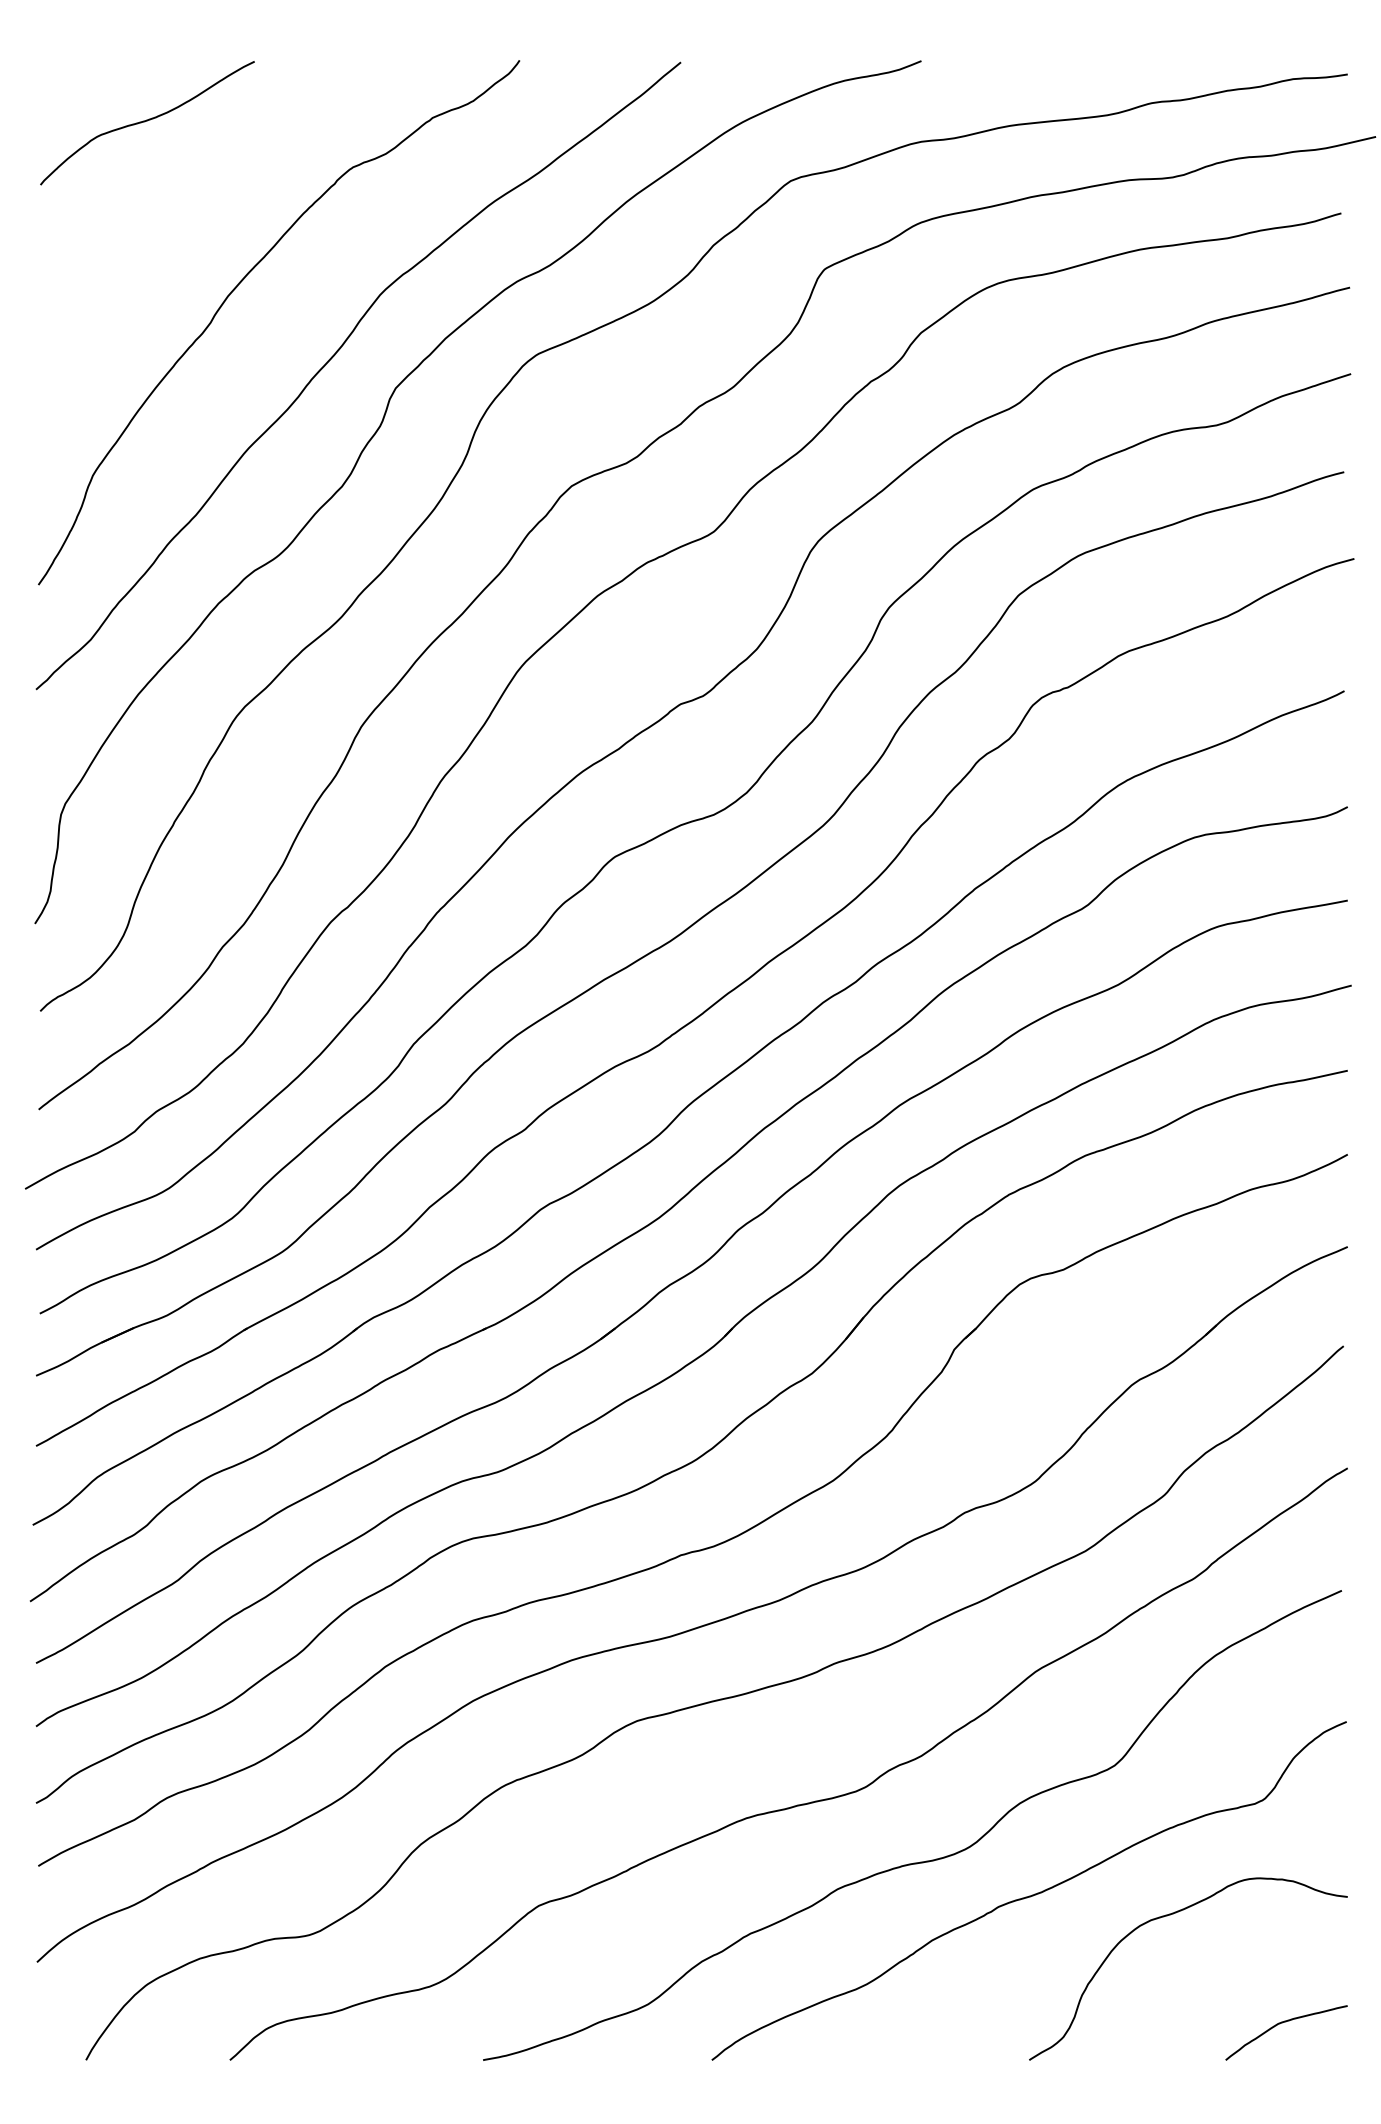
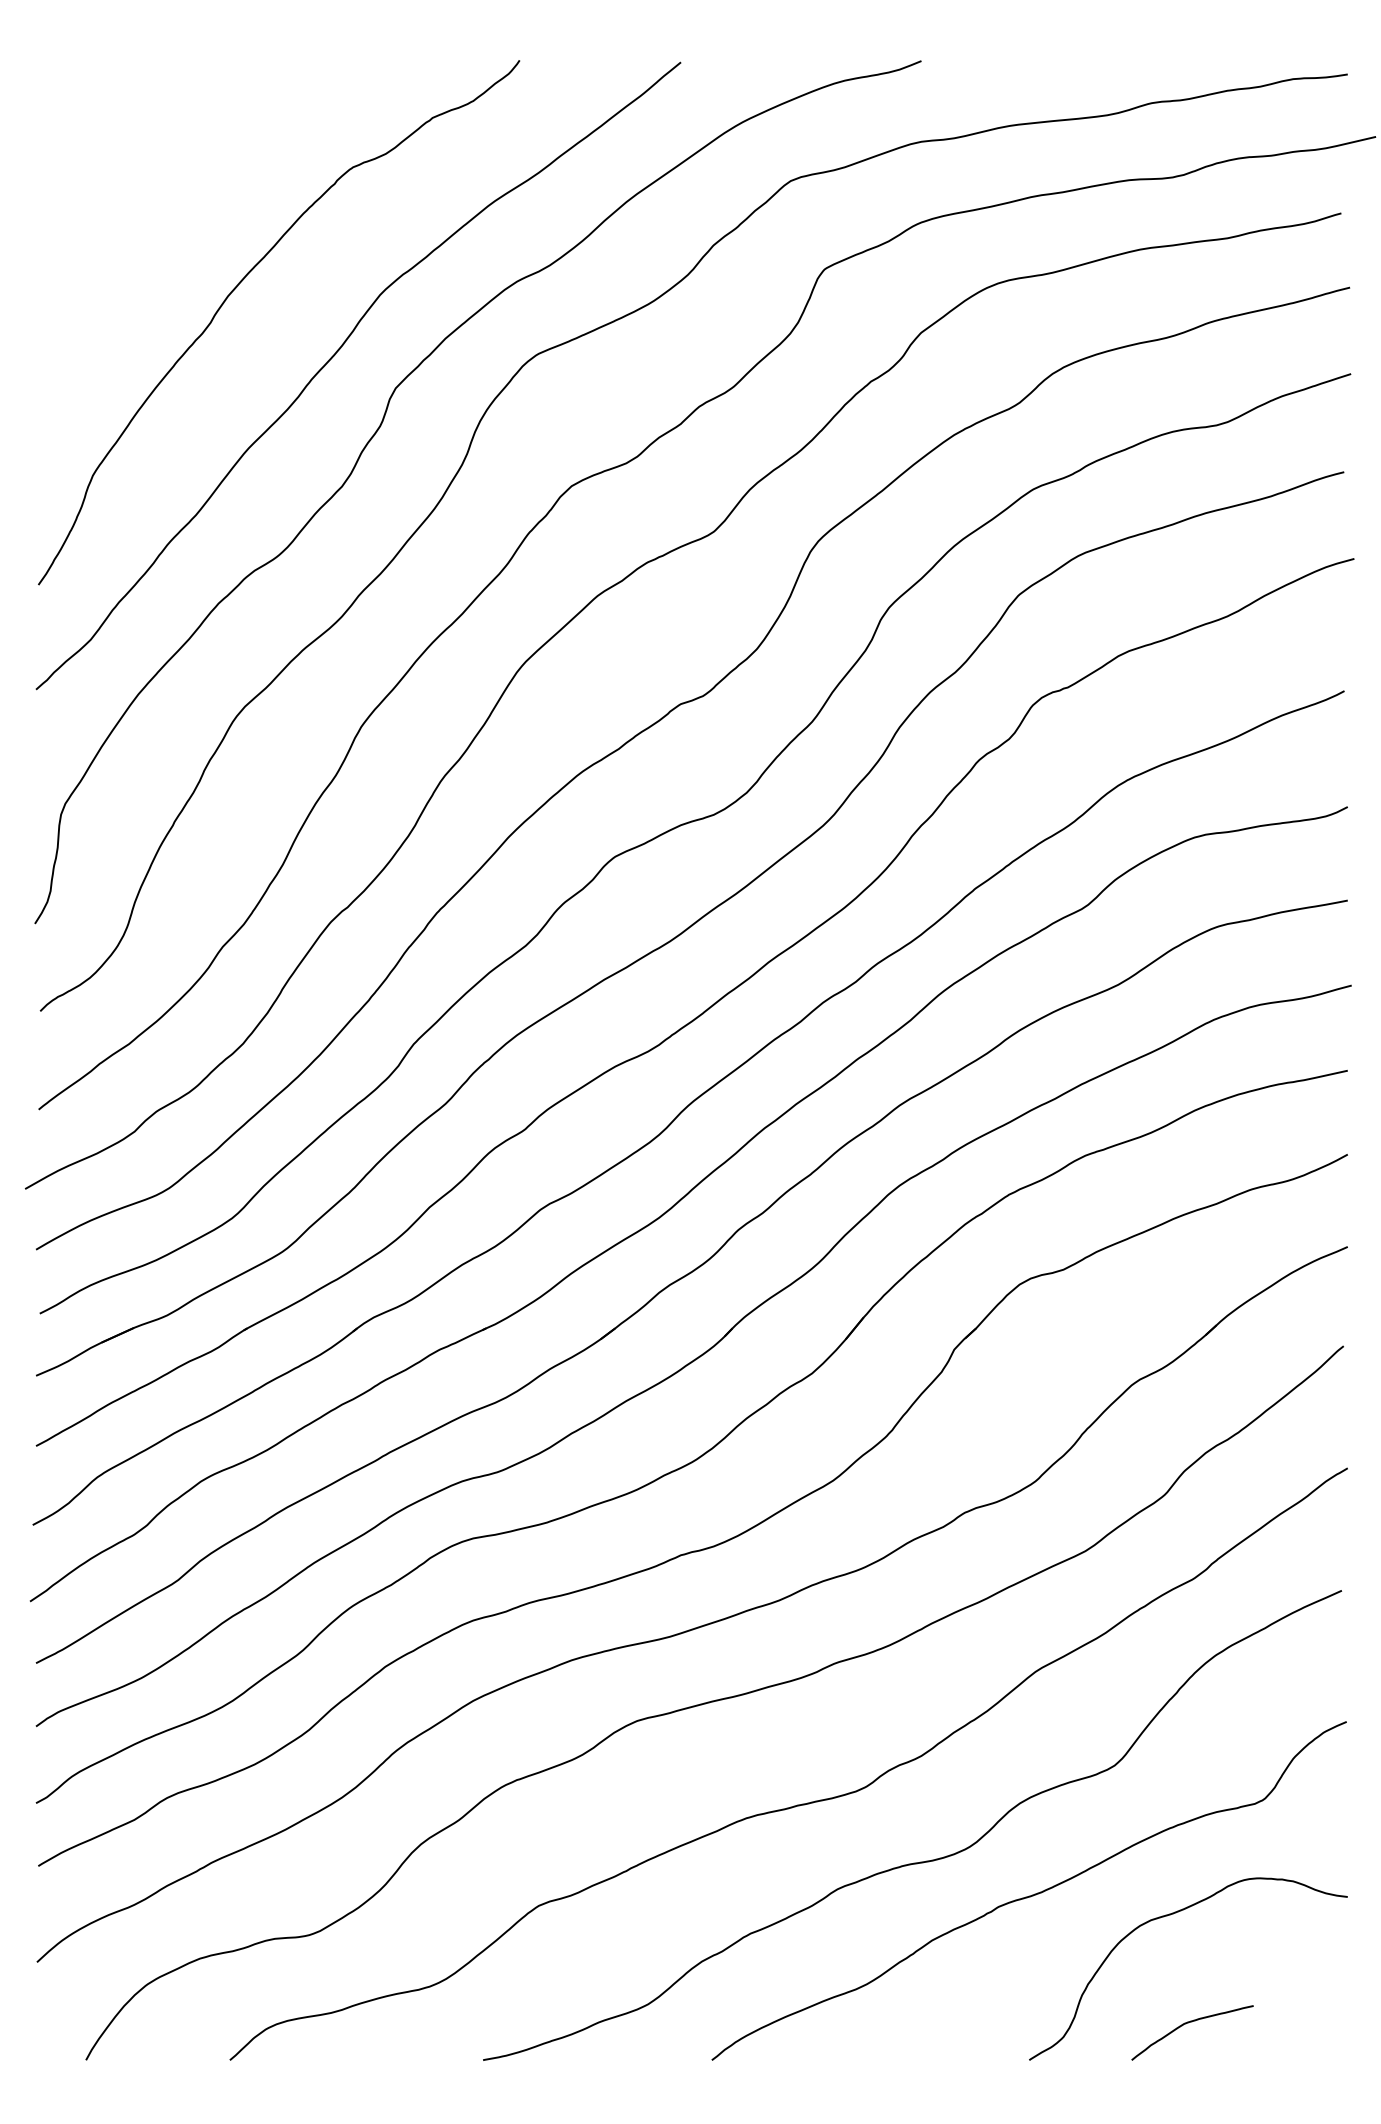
curve at (147, 121): present -> none
curve at (1282, 2023) position: (1282, 2023) -> (1188, 2023)
